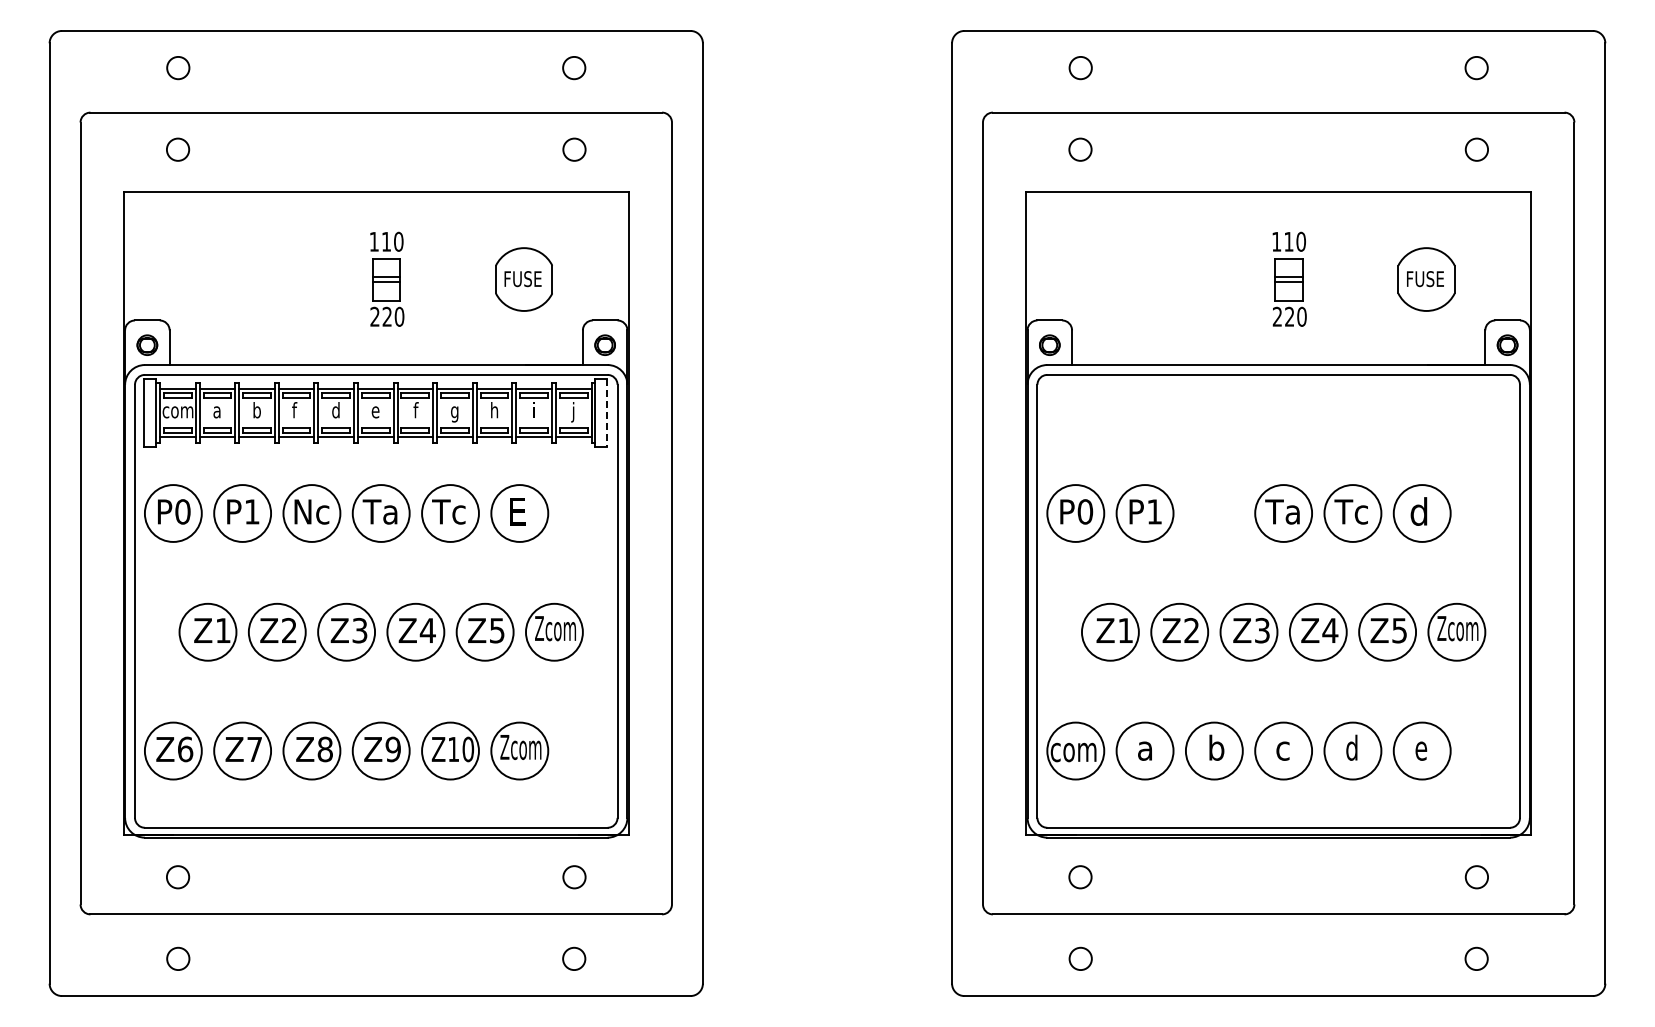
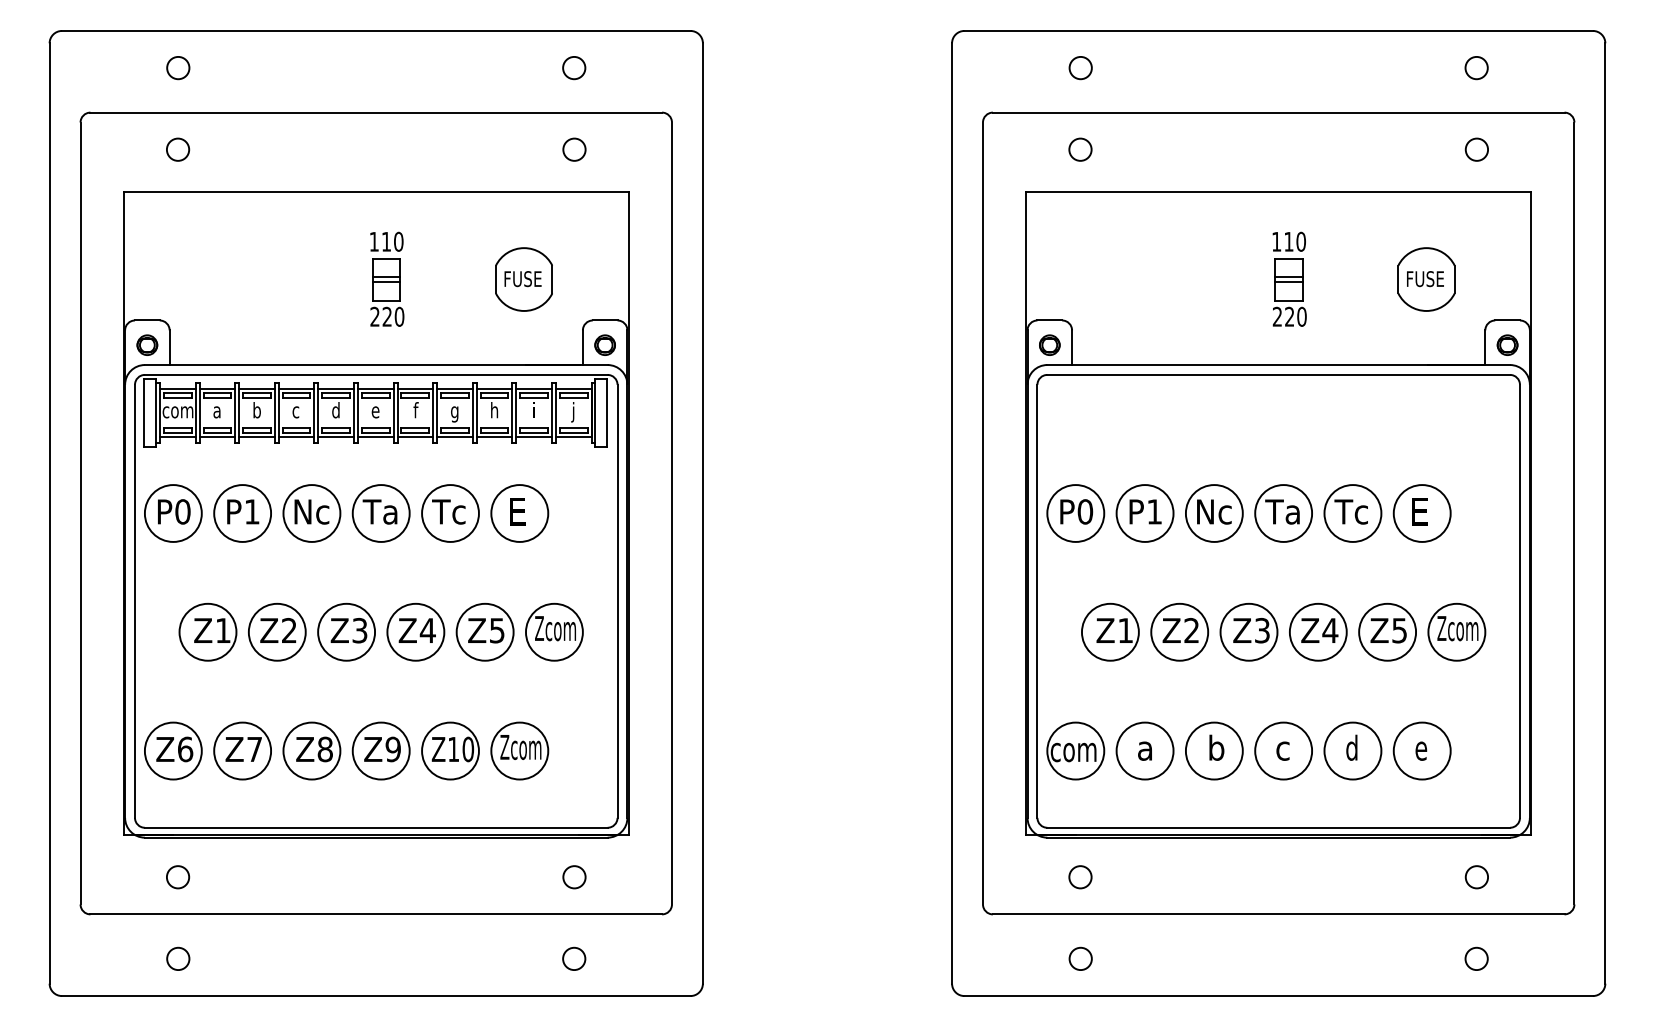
text at (295, 410): f -> c
line at (607, 413): dashed -> solid
text at (1418, 511): d -> E
part at (1214, 513): none -> present
